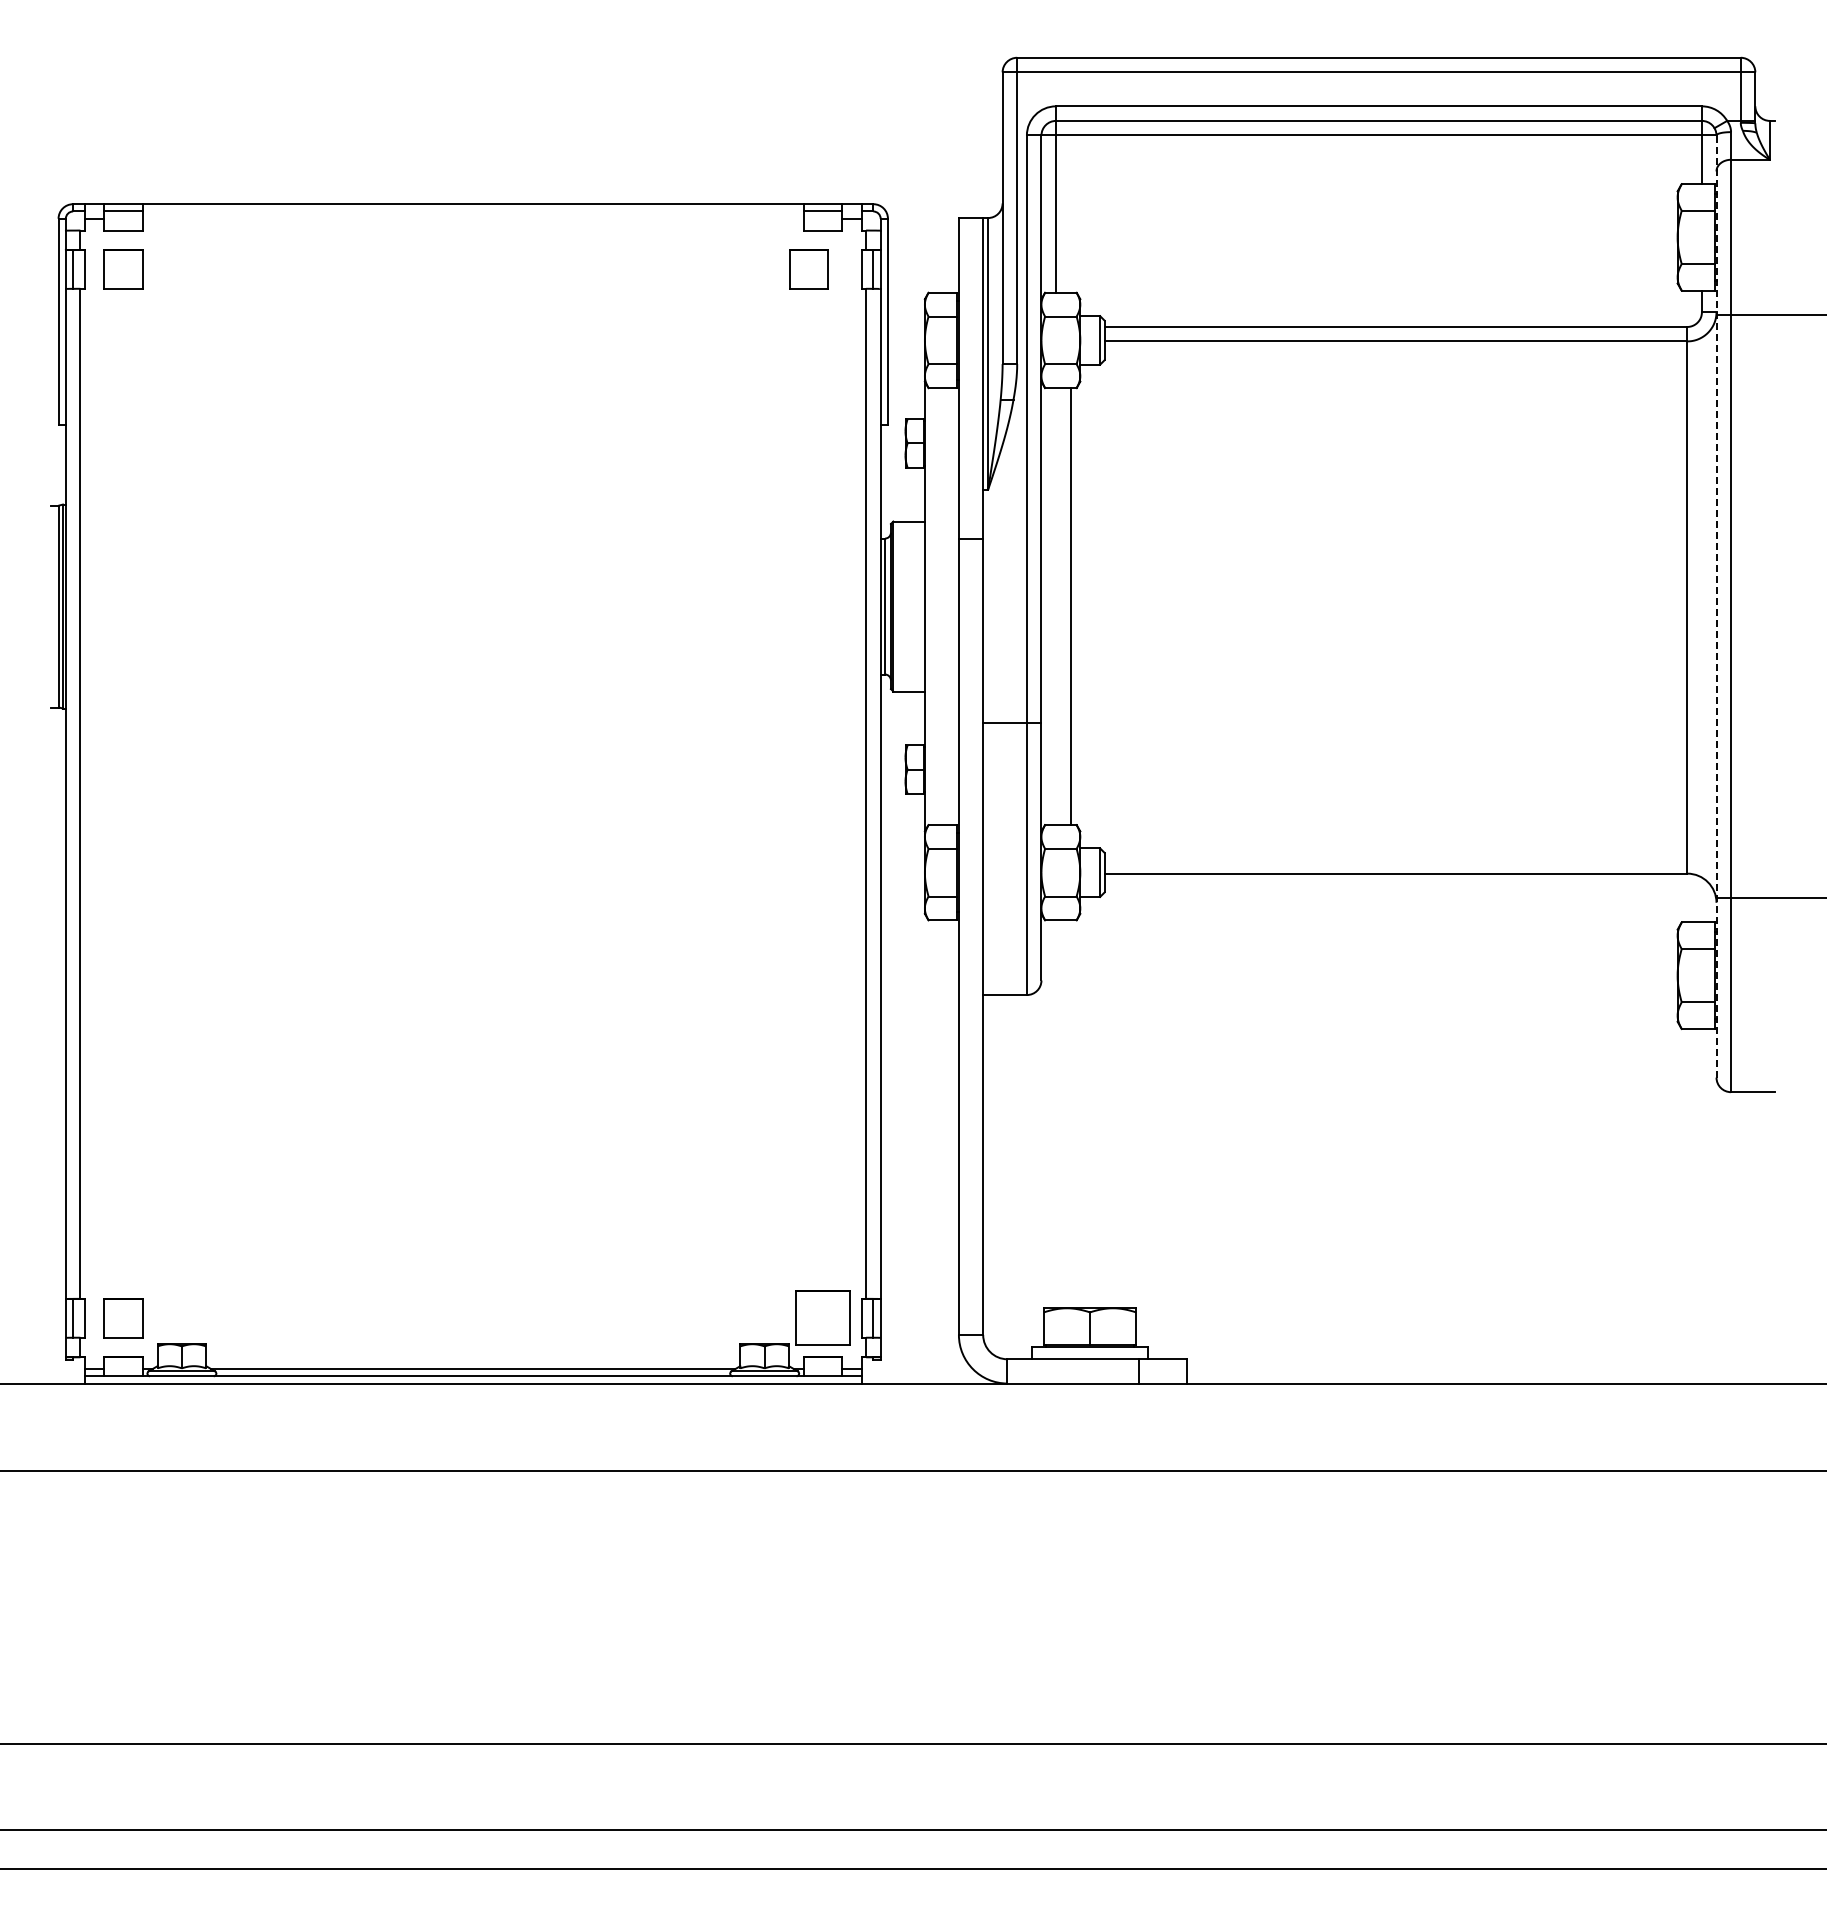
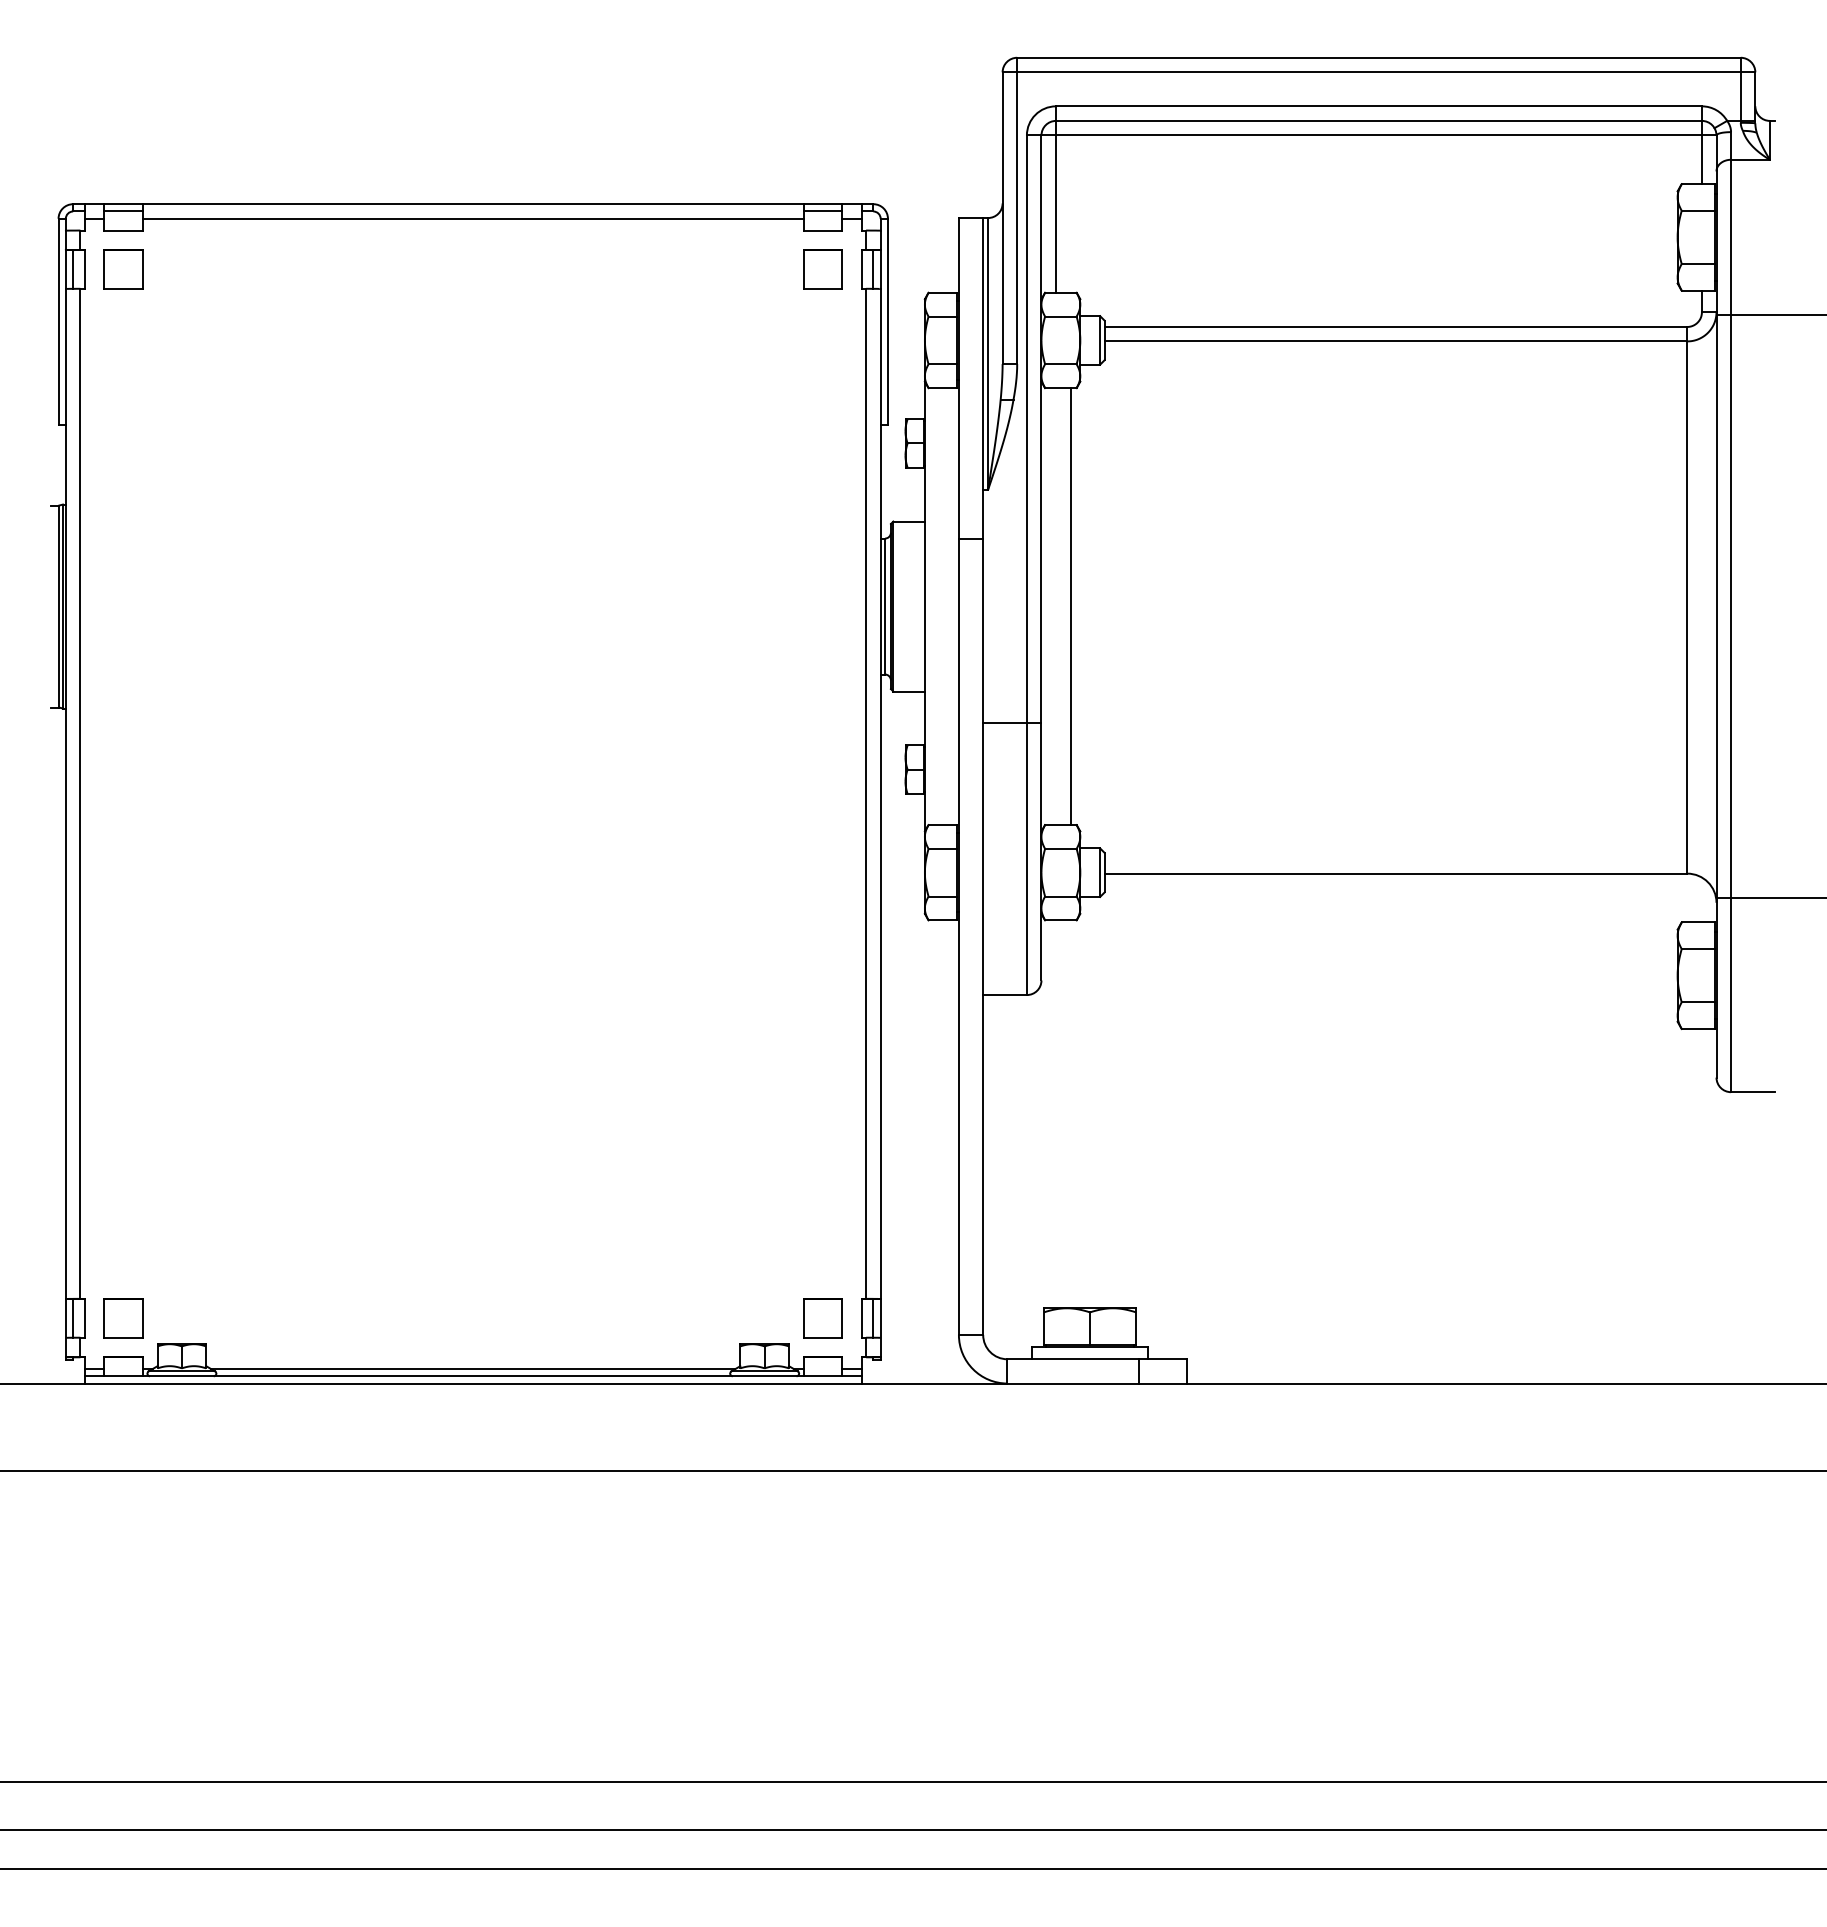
line at (473, 218): none -> present
part at (808, 269) position: (808, 269) -> (822, 269)
line at (1716, 606): dashed -> solid
part at (822, 1317) size: 56x56 px -> 40x41 px
line at (912, 1743) position: (912, 1743) -> (912, 1781)
